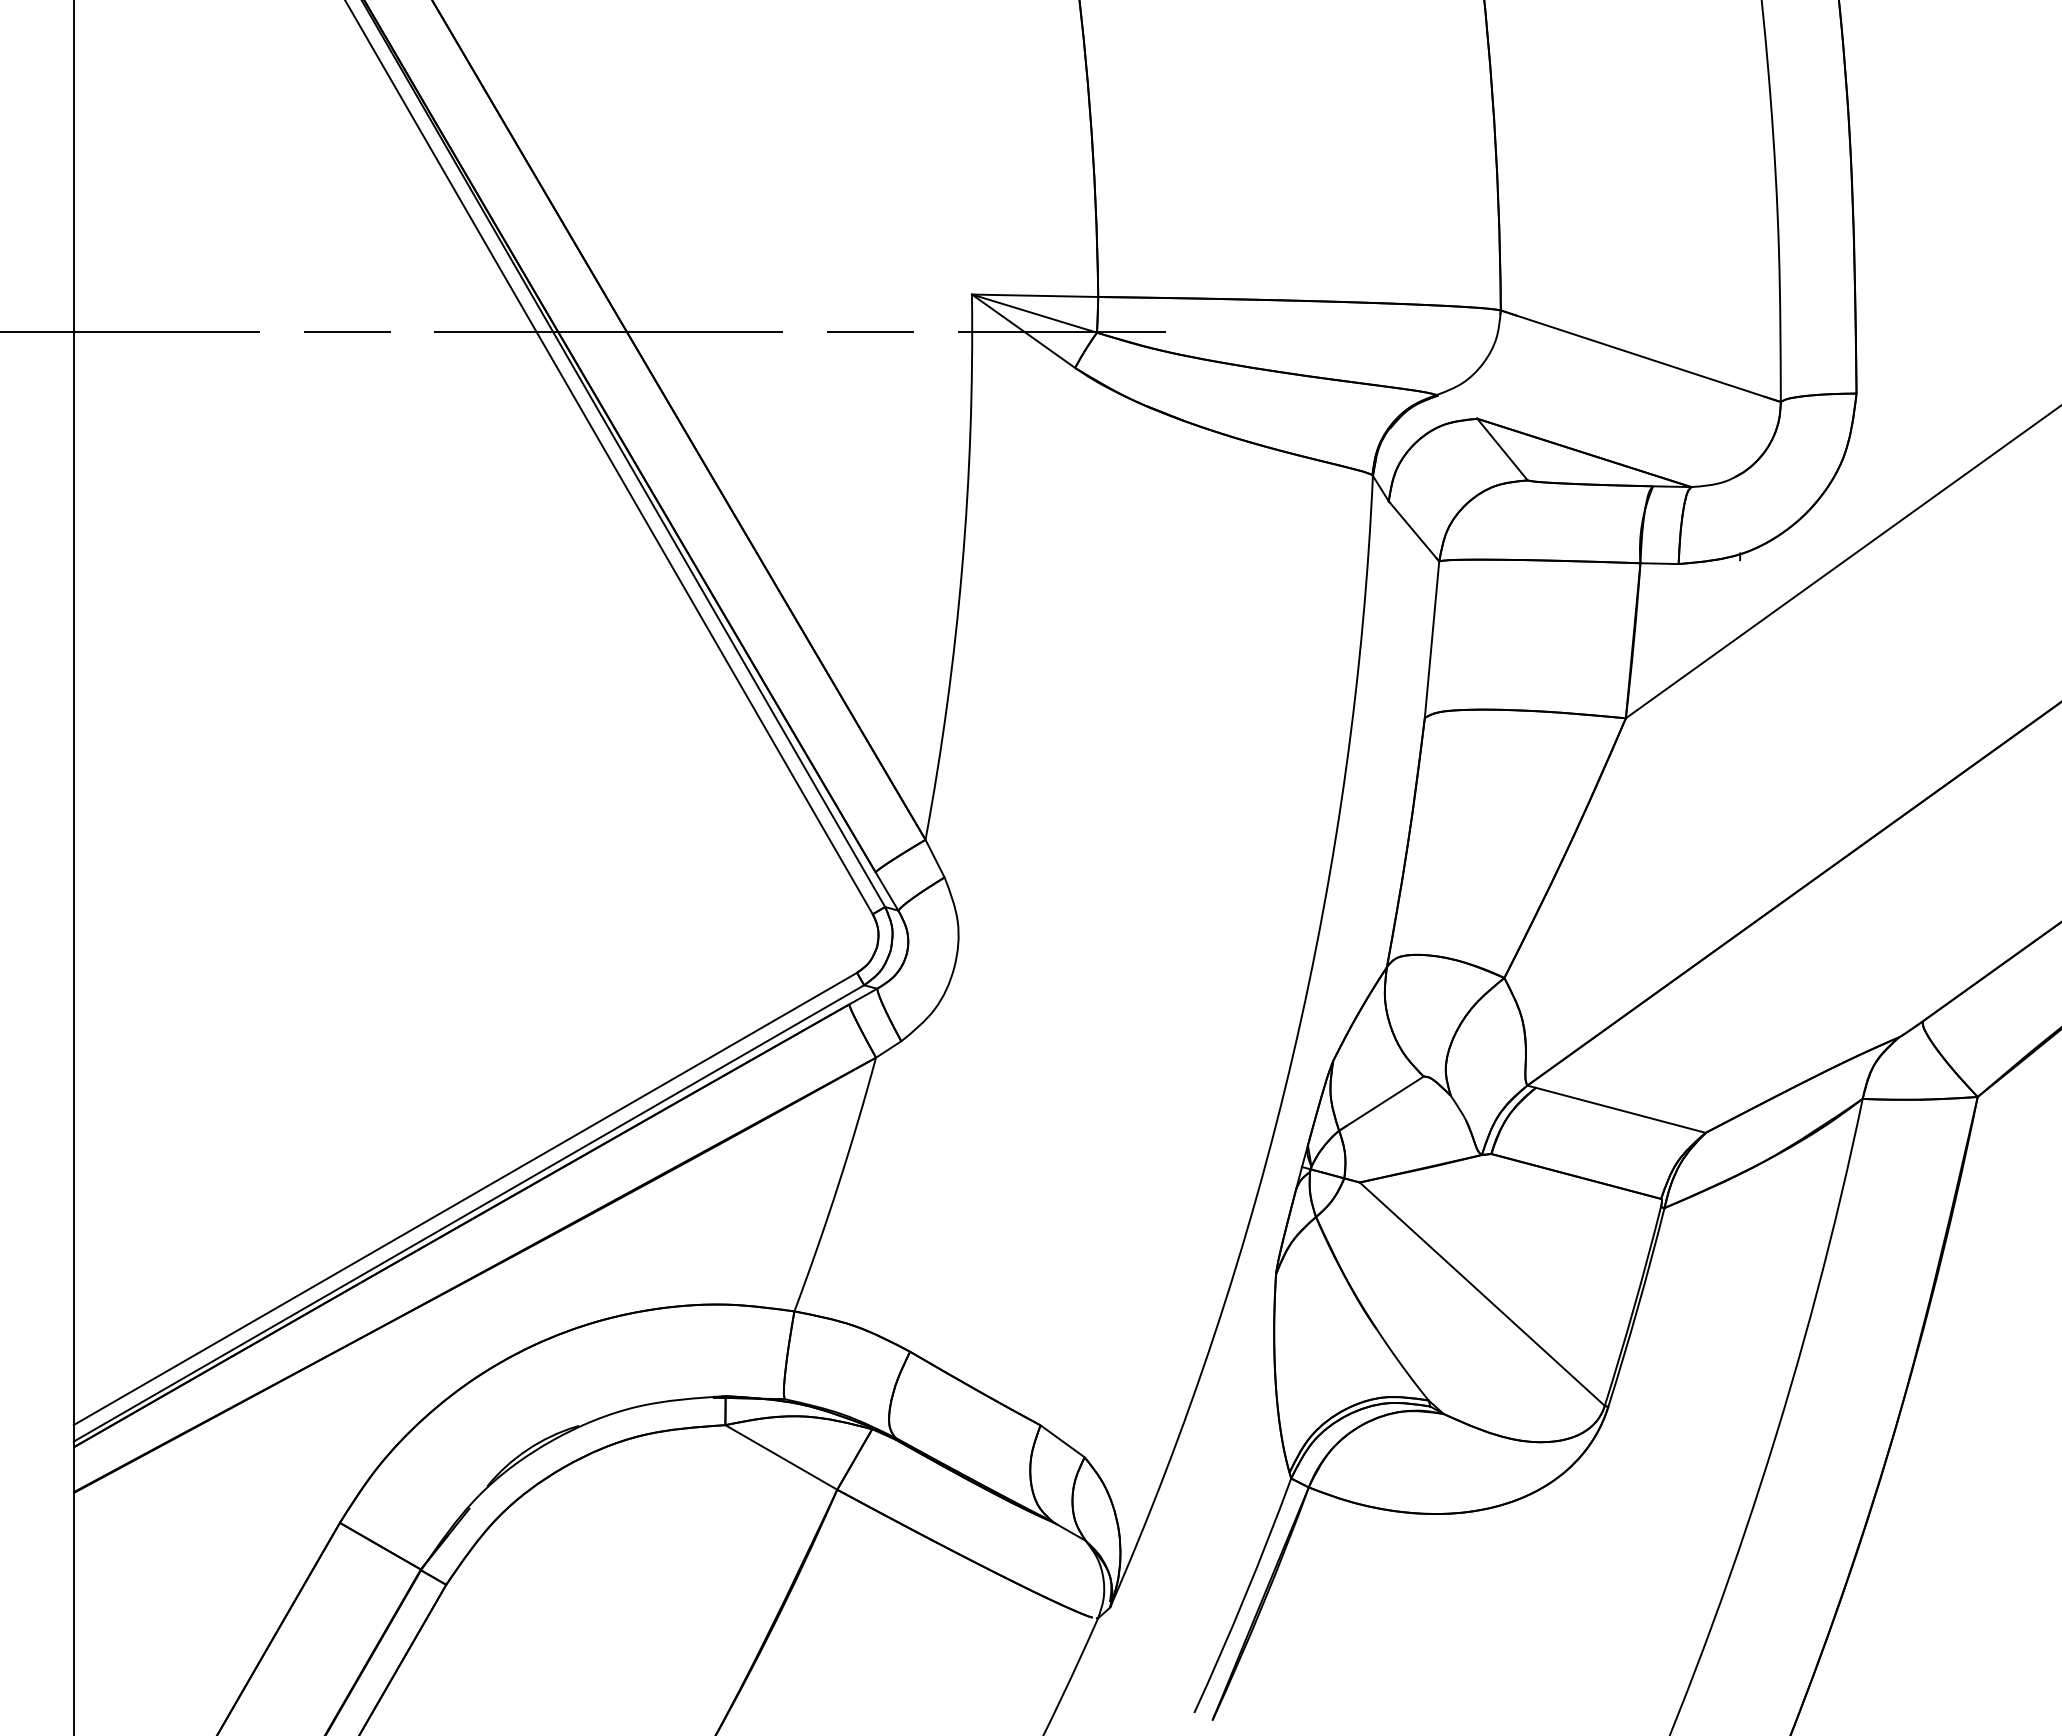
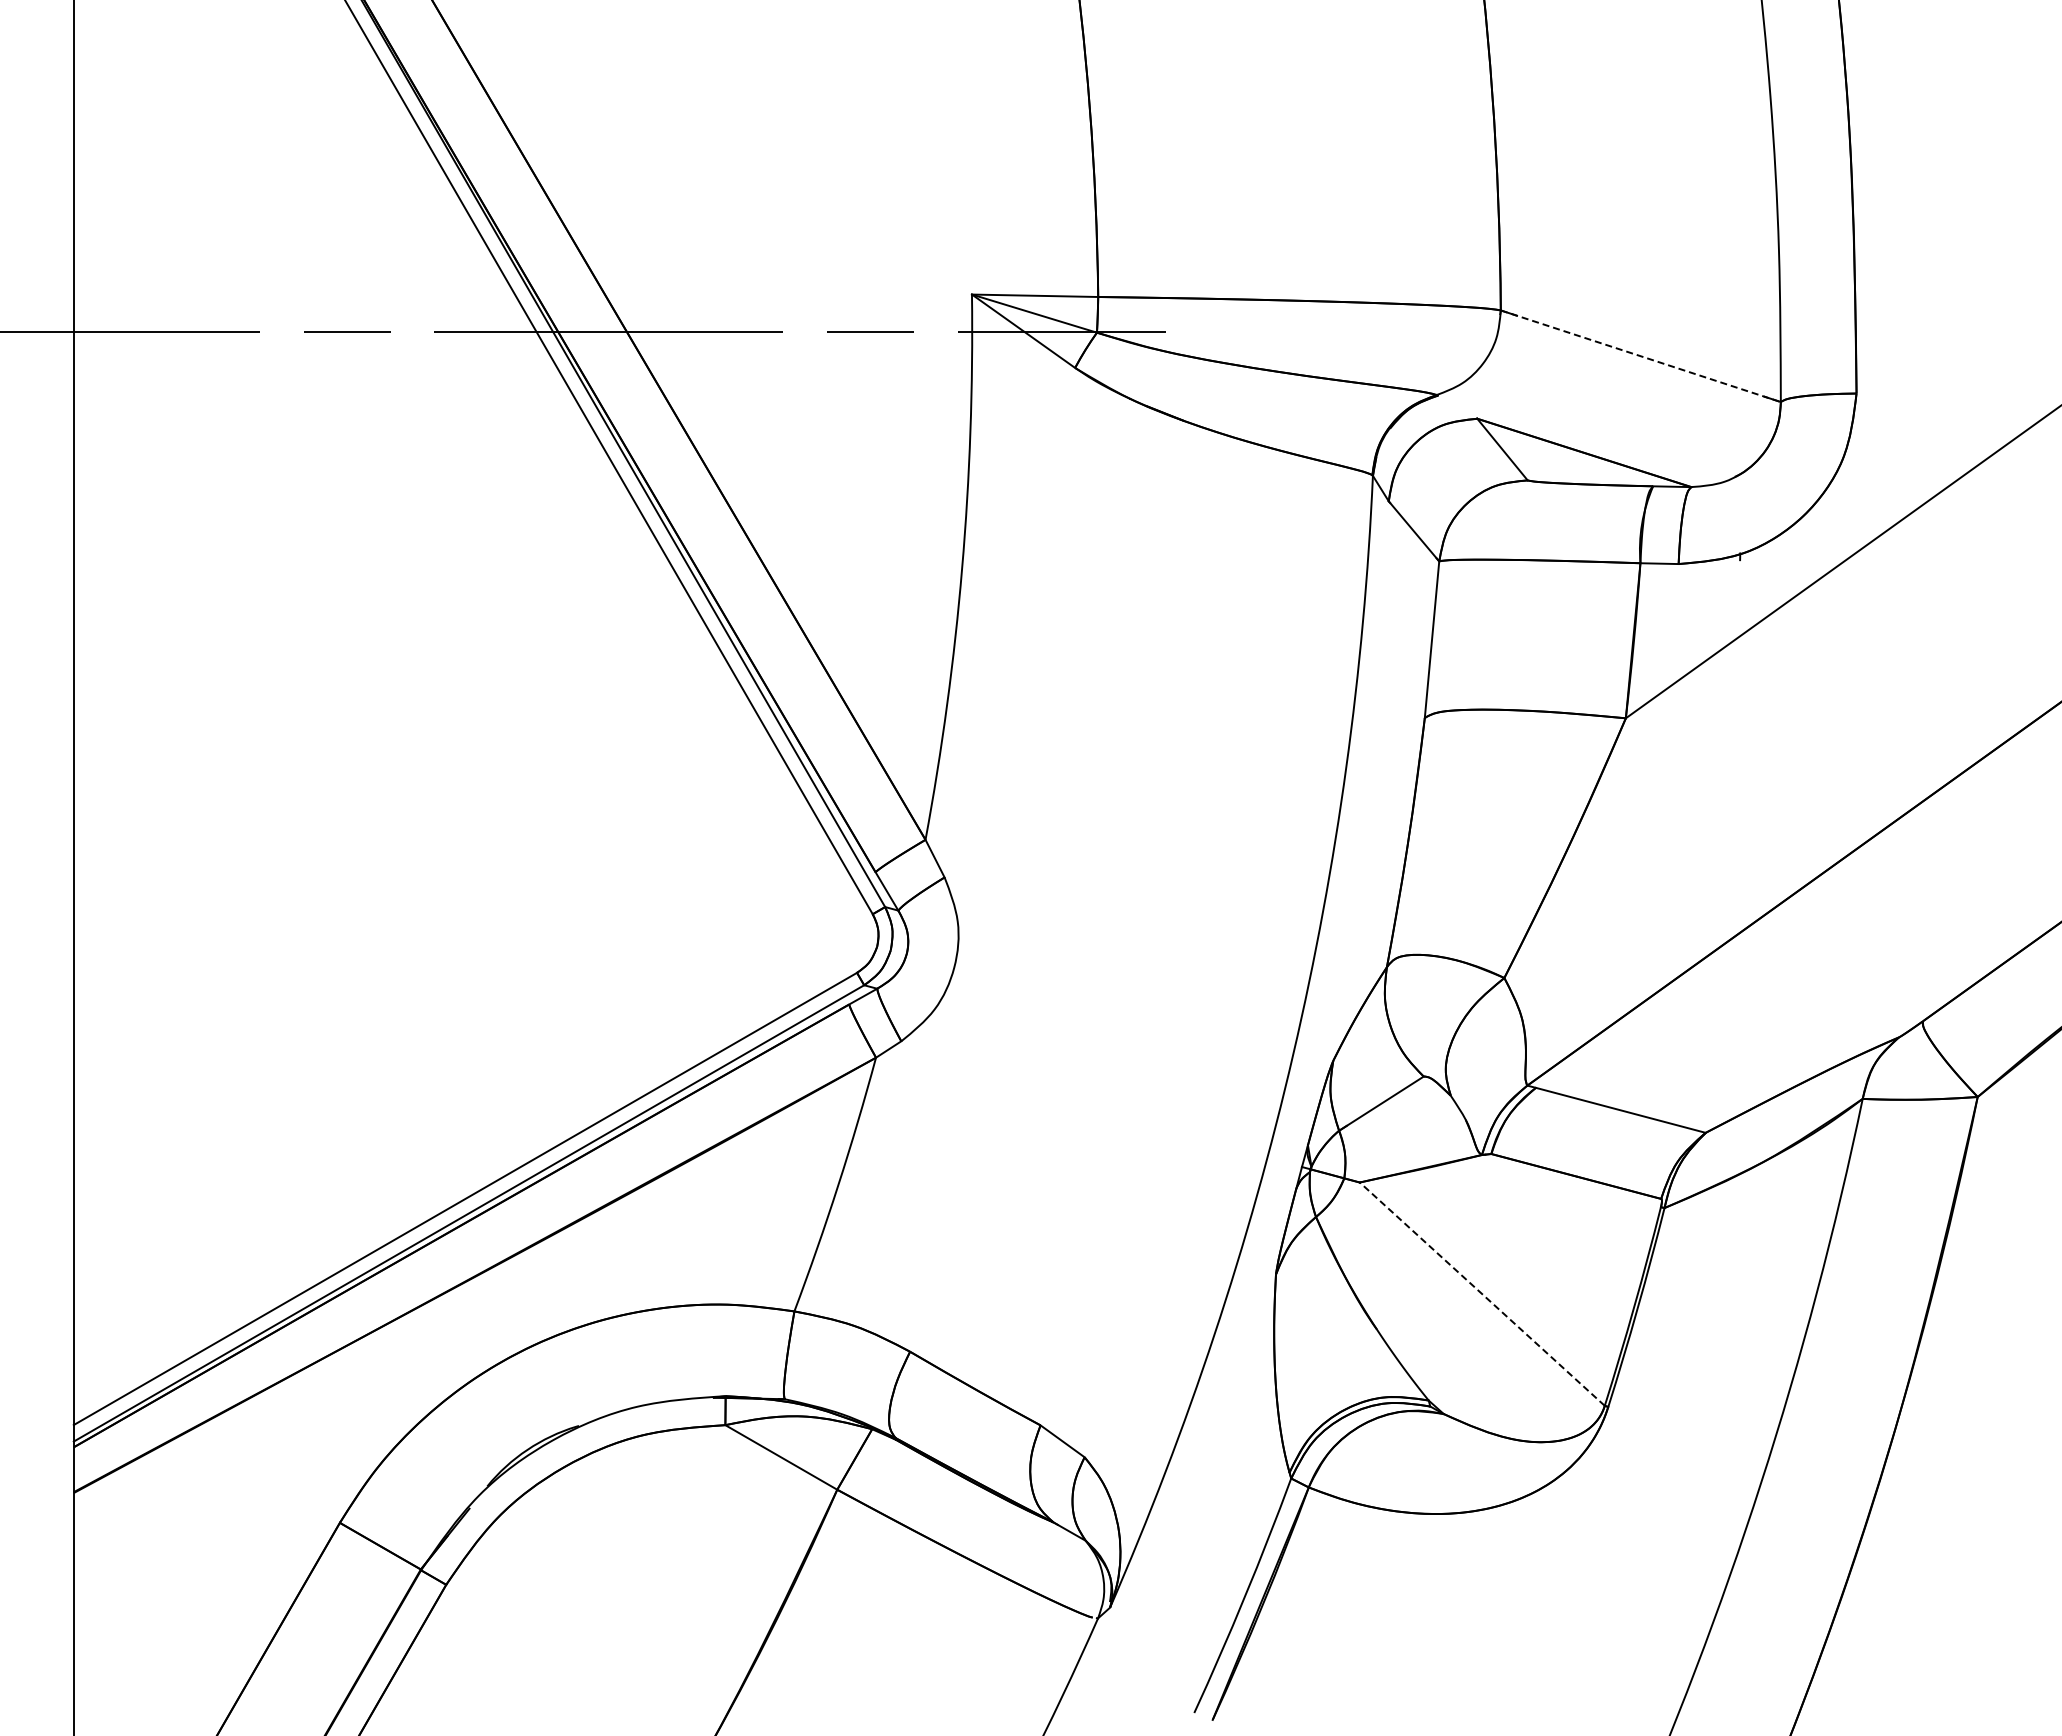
line at (1641, 356): solid -> dashed
line at (1482, 1294): solid -> dashed
